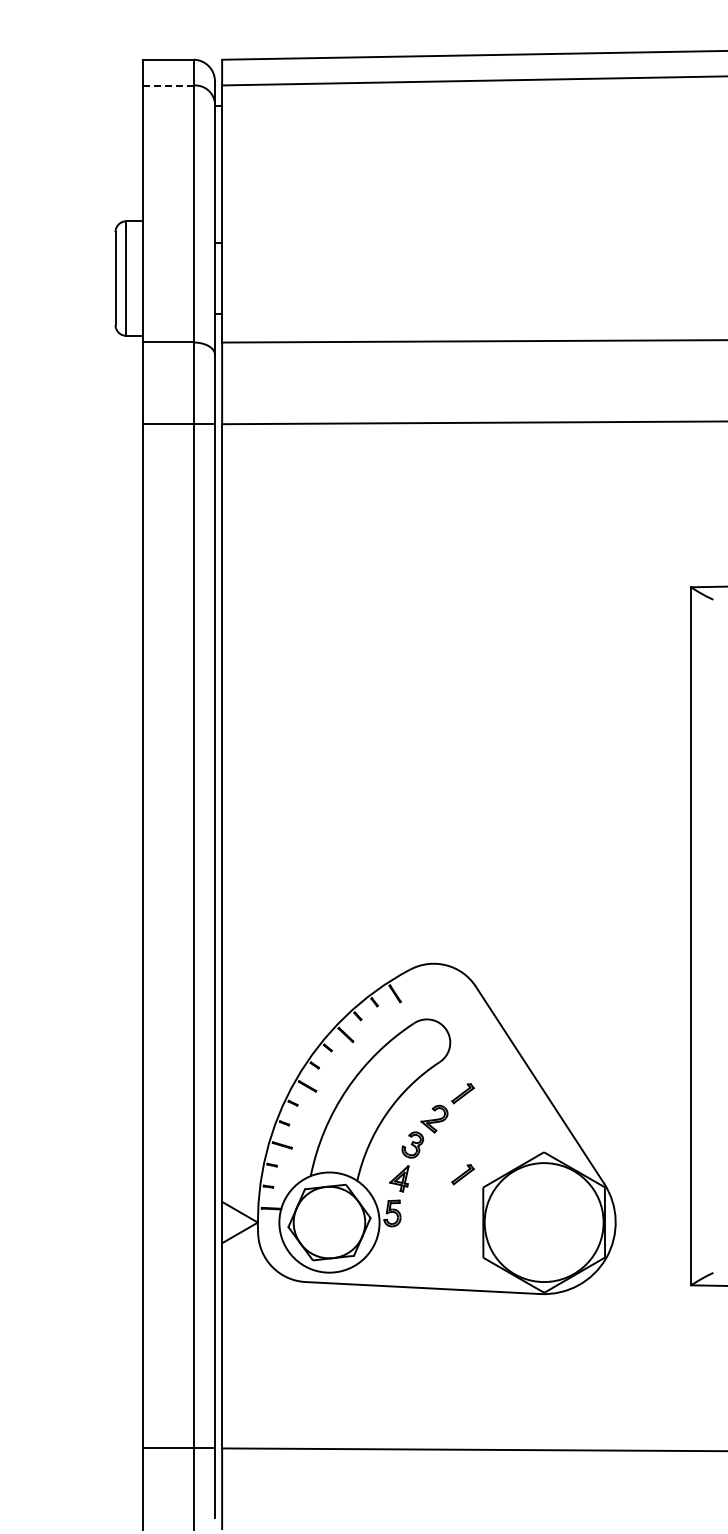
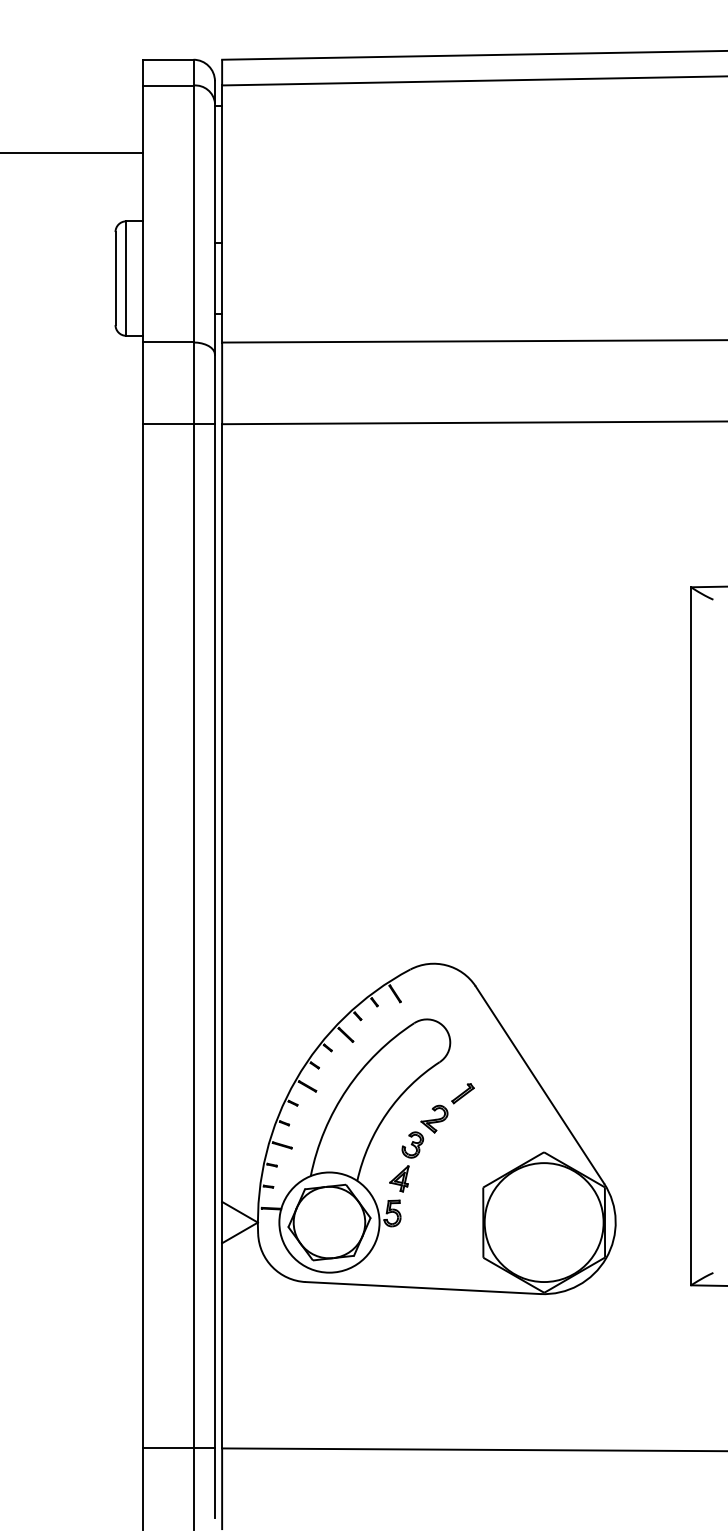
line at (167, 85): dashed -> solid
line at (72, 152): none -> present
part at (462, 1174): present -> none
